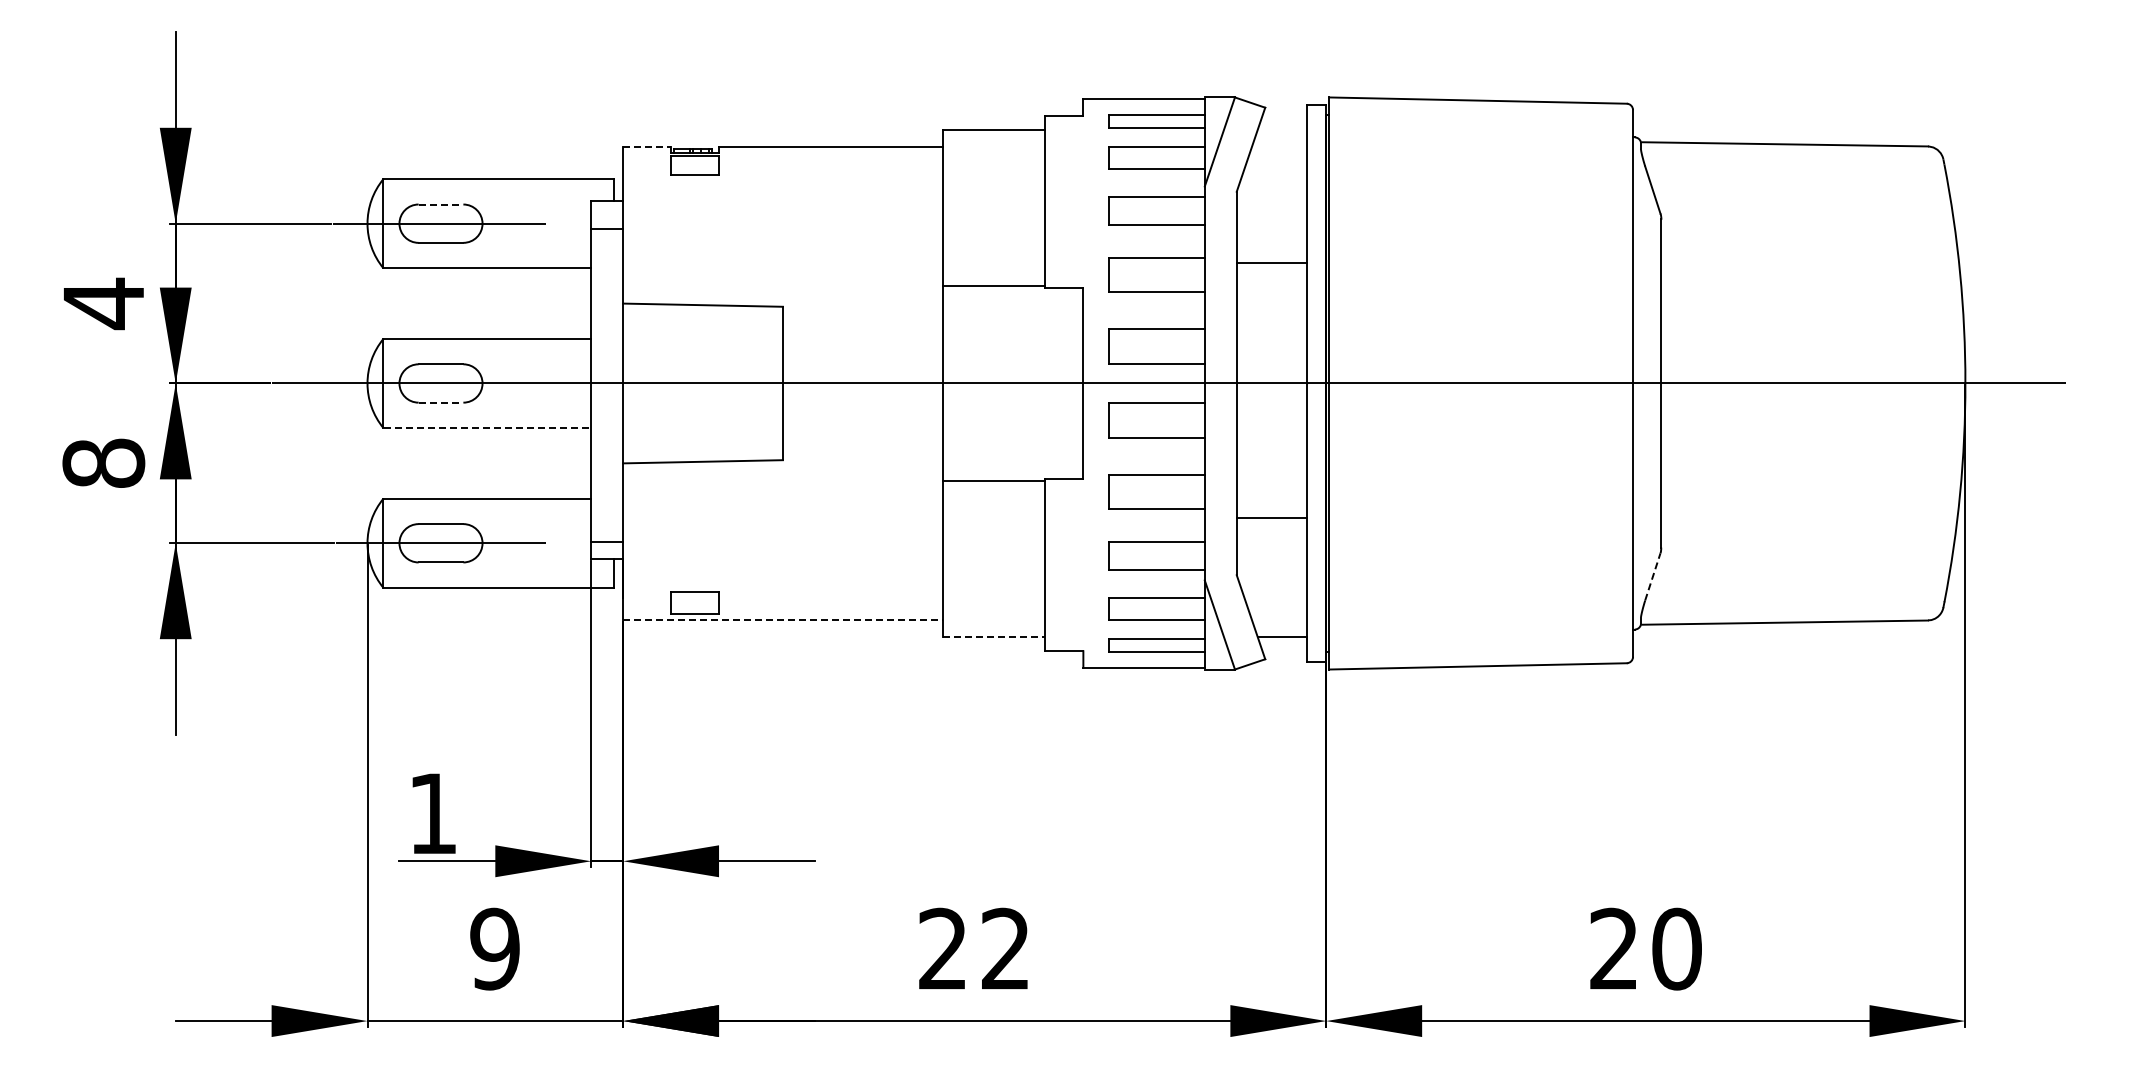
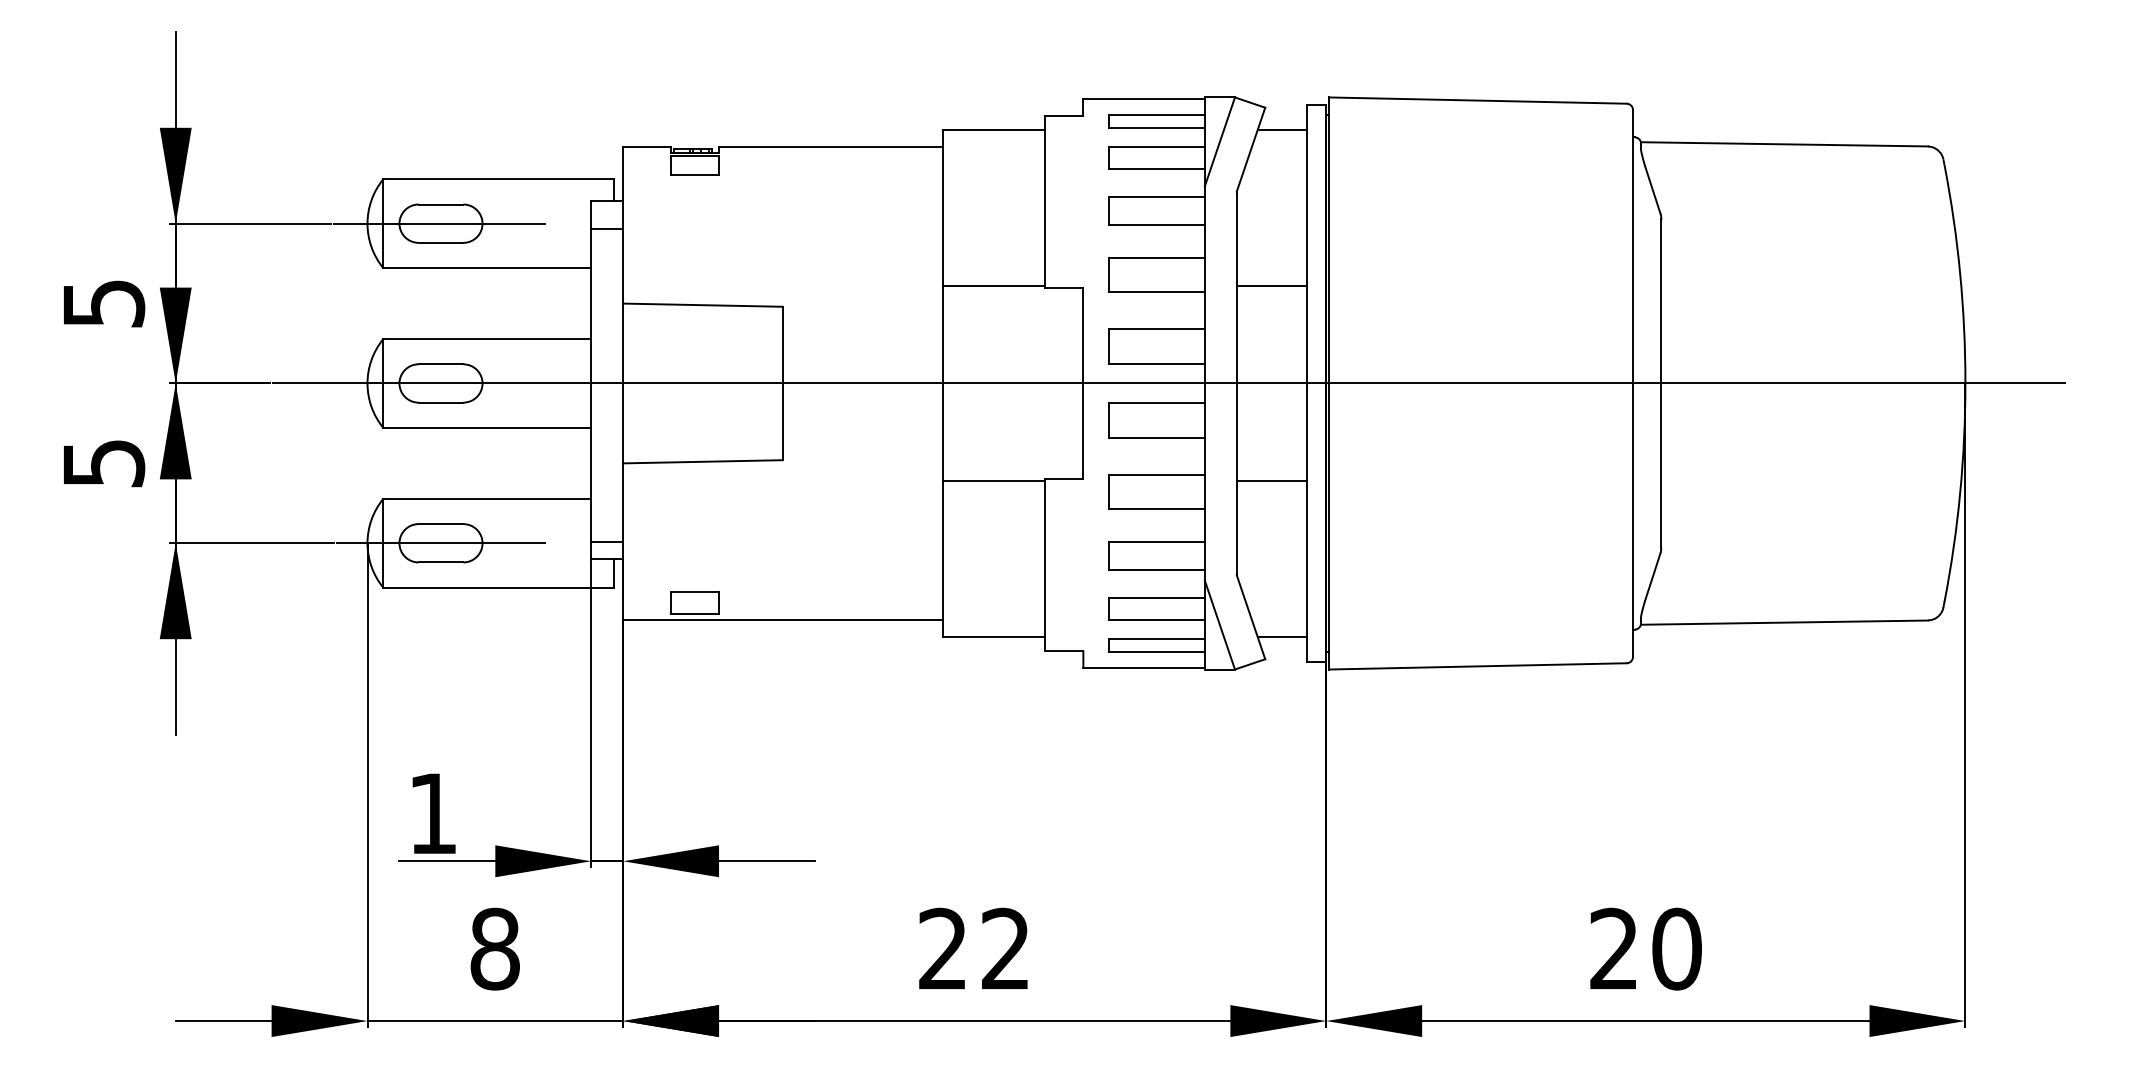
line at (1282, 129): none -> present
line at (647, 147): dashed -> solid
line at (441, 204): dashed -> solid
line at (1271, 263) position: (1271, 263) -> (1271, 286)
text at (104, 303): 4 -> 5
line at (441, 402): dashed -> solid
line at (487, 428): dashed -> solid
text at (103, 462): 8 -> 5
line at (1271, 517) position: (1271, 517) -> (1271, 480)
line at (1652, 576): dashed -> solid
line at (782, 619): dashed -> solid
line at (994, 637): dashed -> solid
text at (494, 948): 9 -> 8
